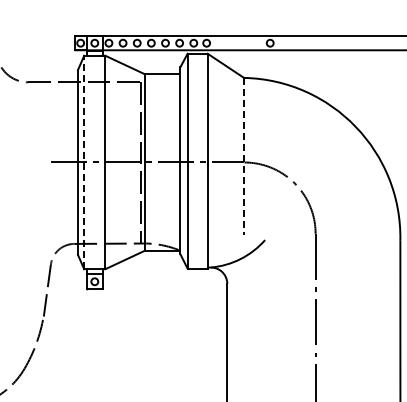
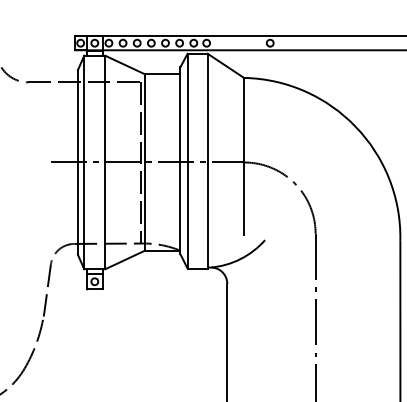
line at (244, 156): dashed -> solid
line at (84, 162): dashed -> solid
